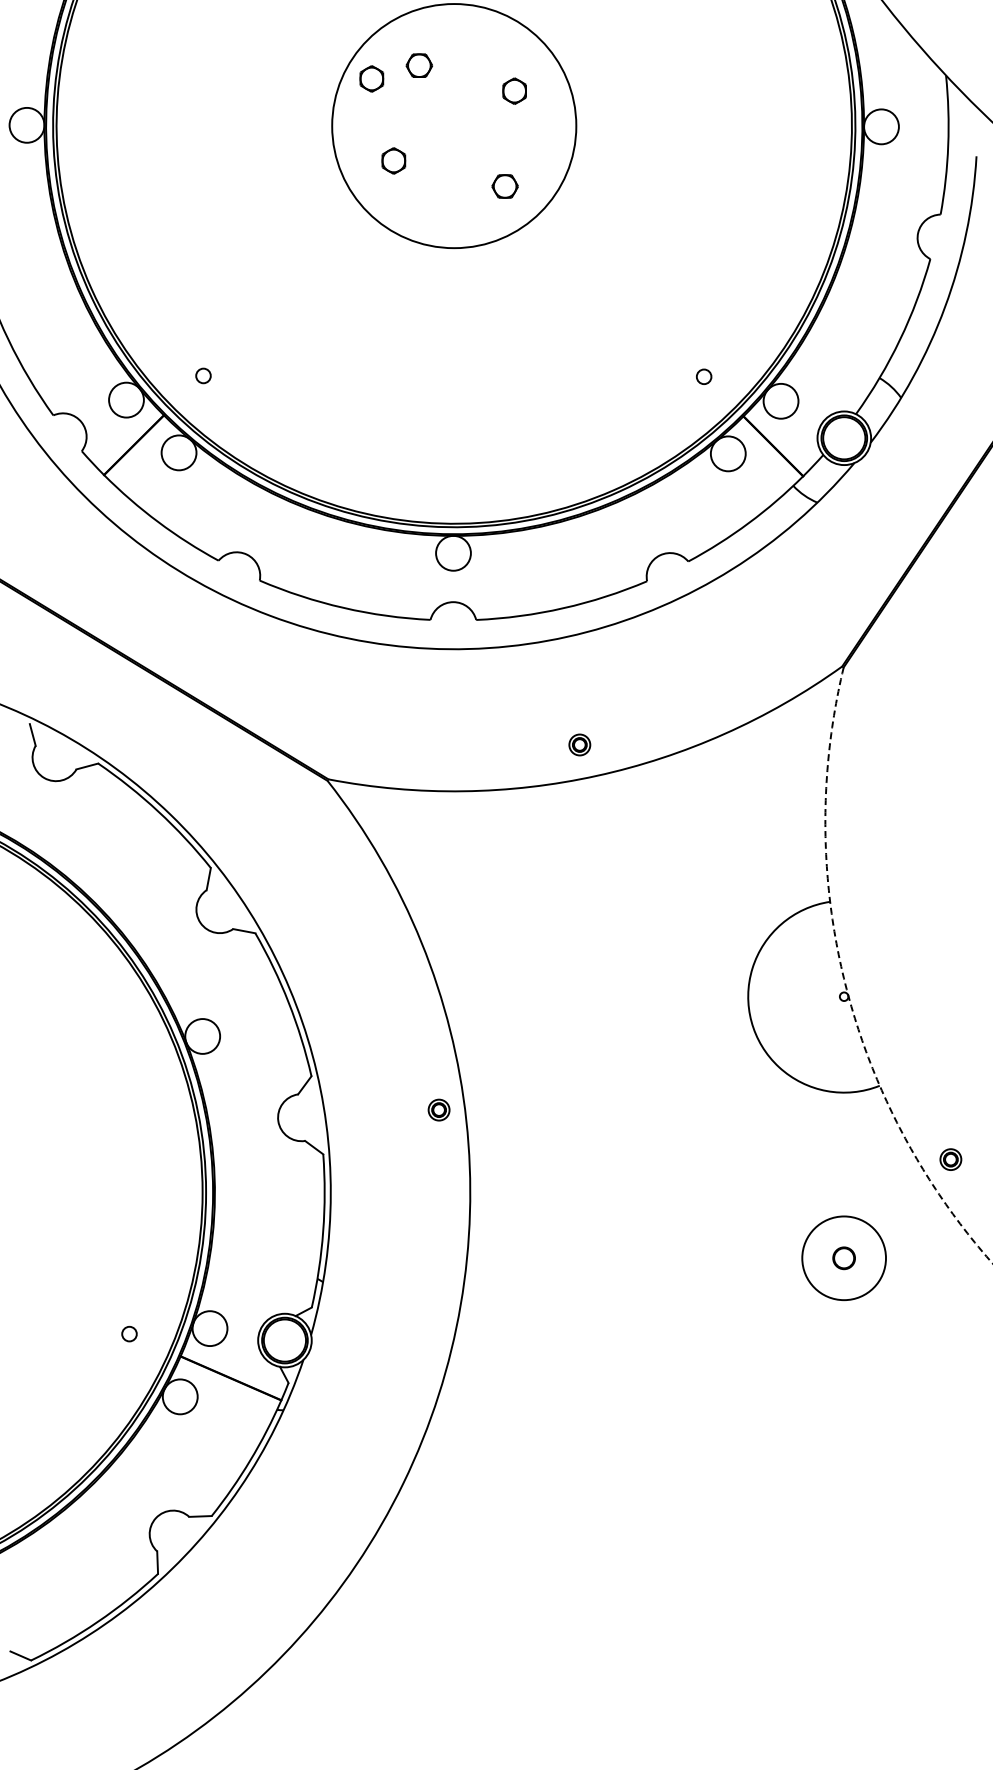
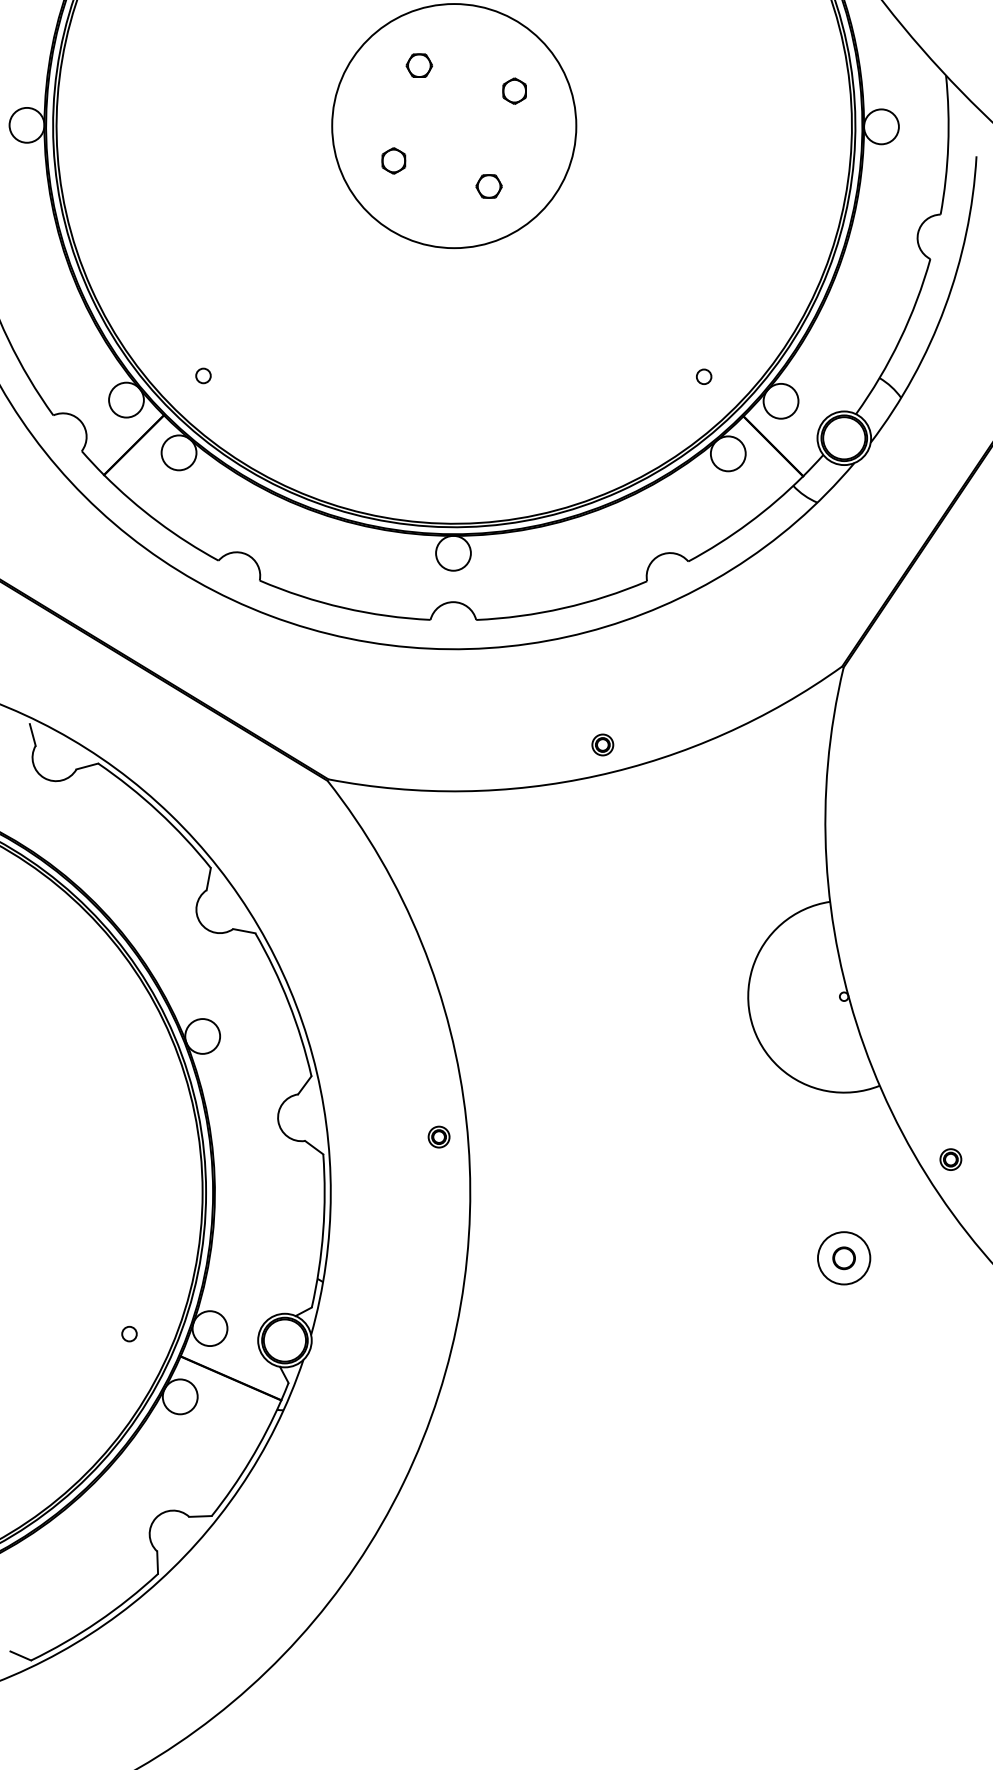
part at (371, 78): present -> none
part at (504, 186) position: (504, 186) -> (488, 186)
part at (579, 744) position: (579, 744) -> (602, 744)
arc at (845, 982): dashed -> solid
part at (438, 1109) position: (438, 1109) -> (438, 1136)
circle at (844, 1258) diameter: 84 px -> 52 px
